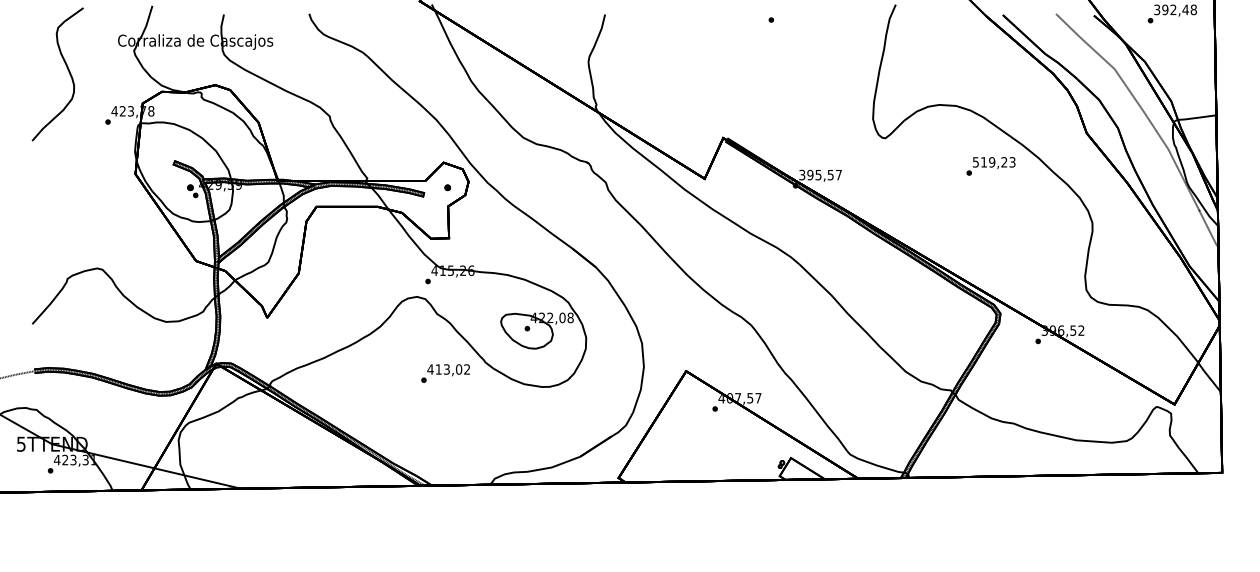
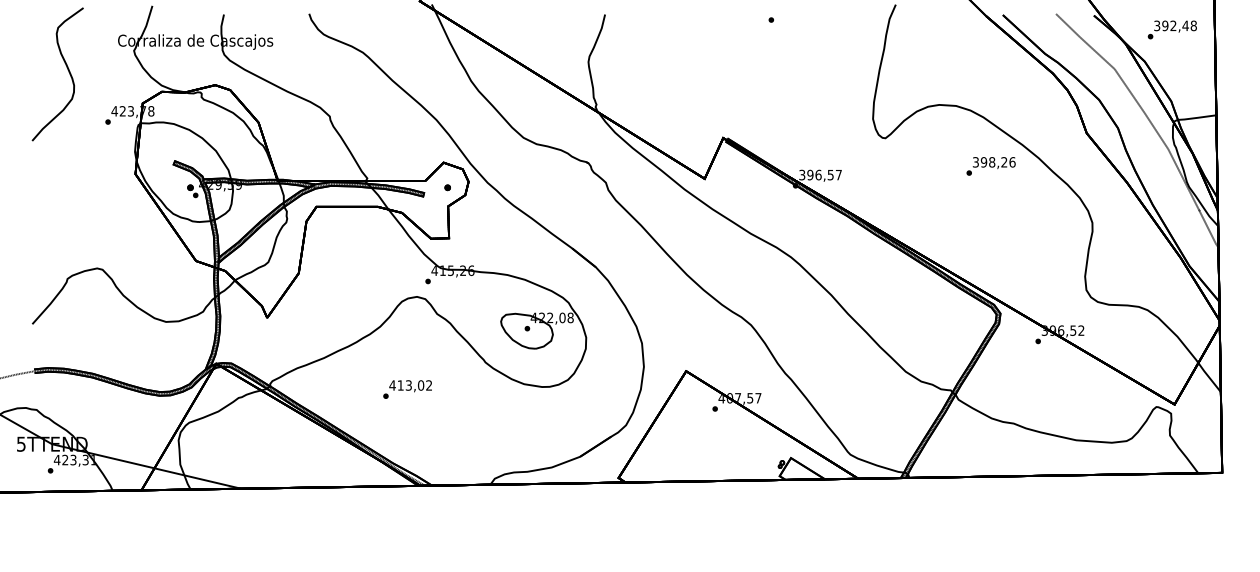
text at (1171, 13) position: (1171, 13) -> (1171, 29)
text at (994, 162): 519,23 -> 398,26
text at (818, 174): 395,57 -> 396,57
text at (445, 373) position: (445, 373) -> (407, 389)
